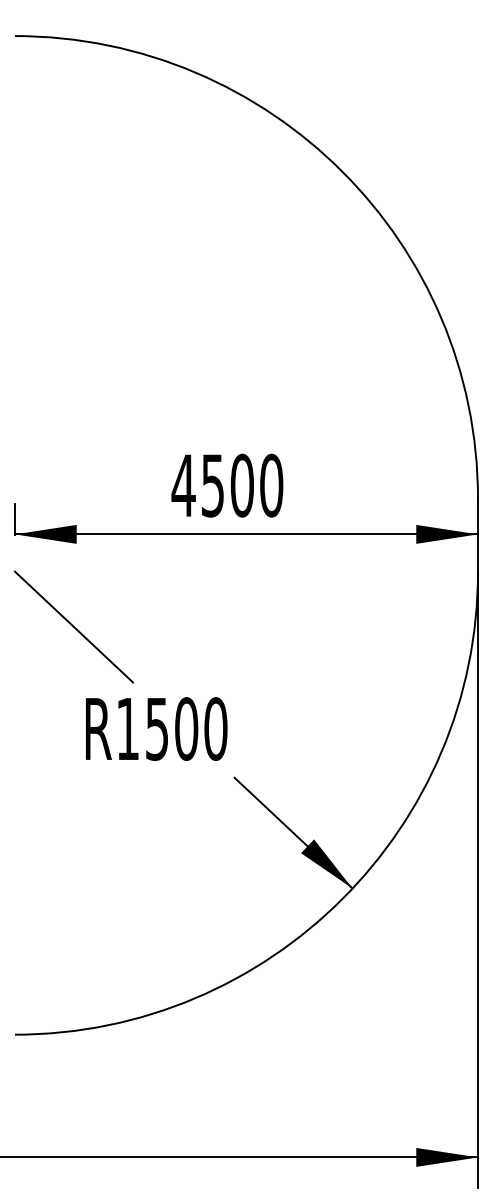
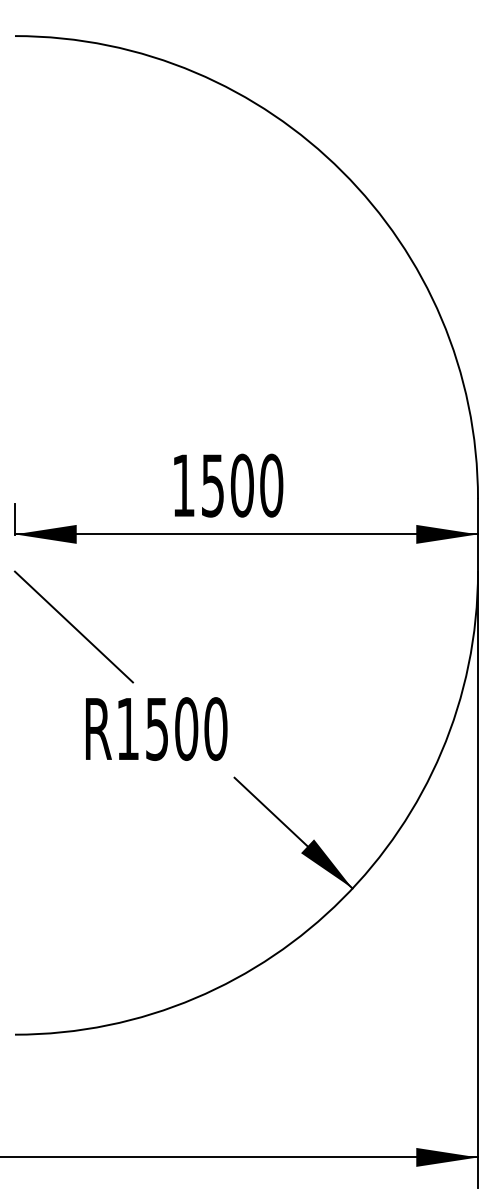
text at (183, 485): 4500 -> 1500
